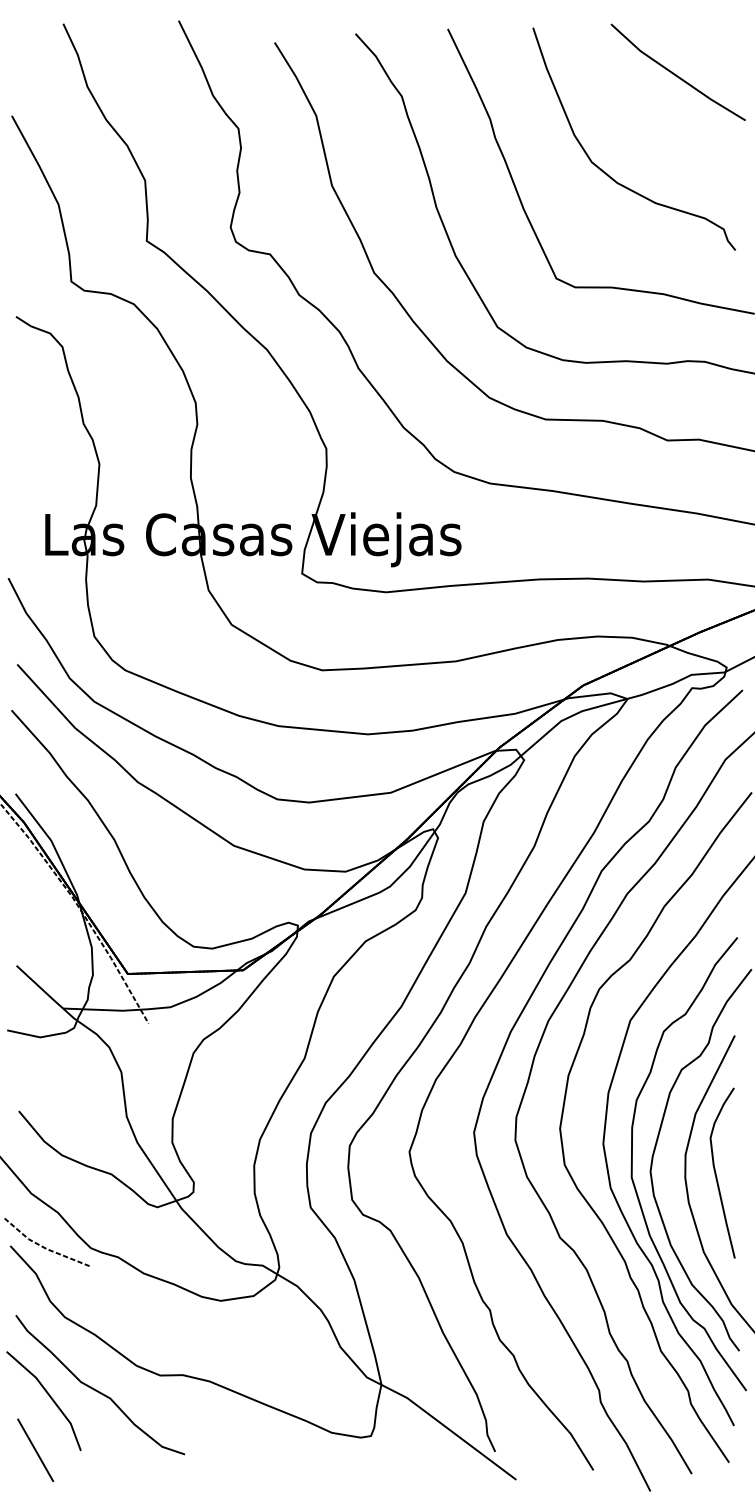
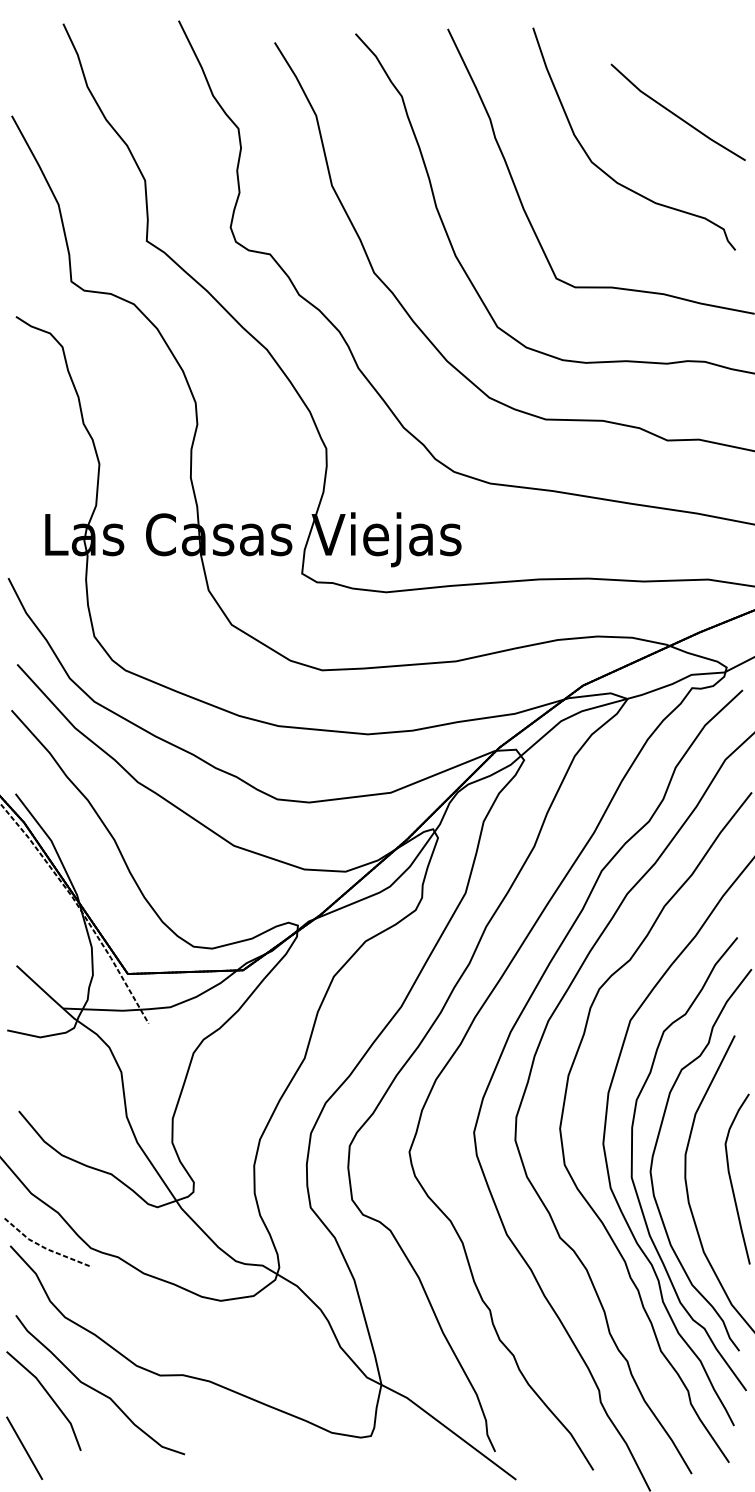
line at (675, 73) position: (675, 73) -> (675, 113)
part at (722, 1172) position: (722, 1172) -> (737, 1178)
line at (35, 1449) position: (35, 1449) -> (24, 1447)
